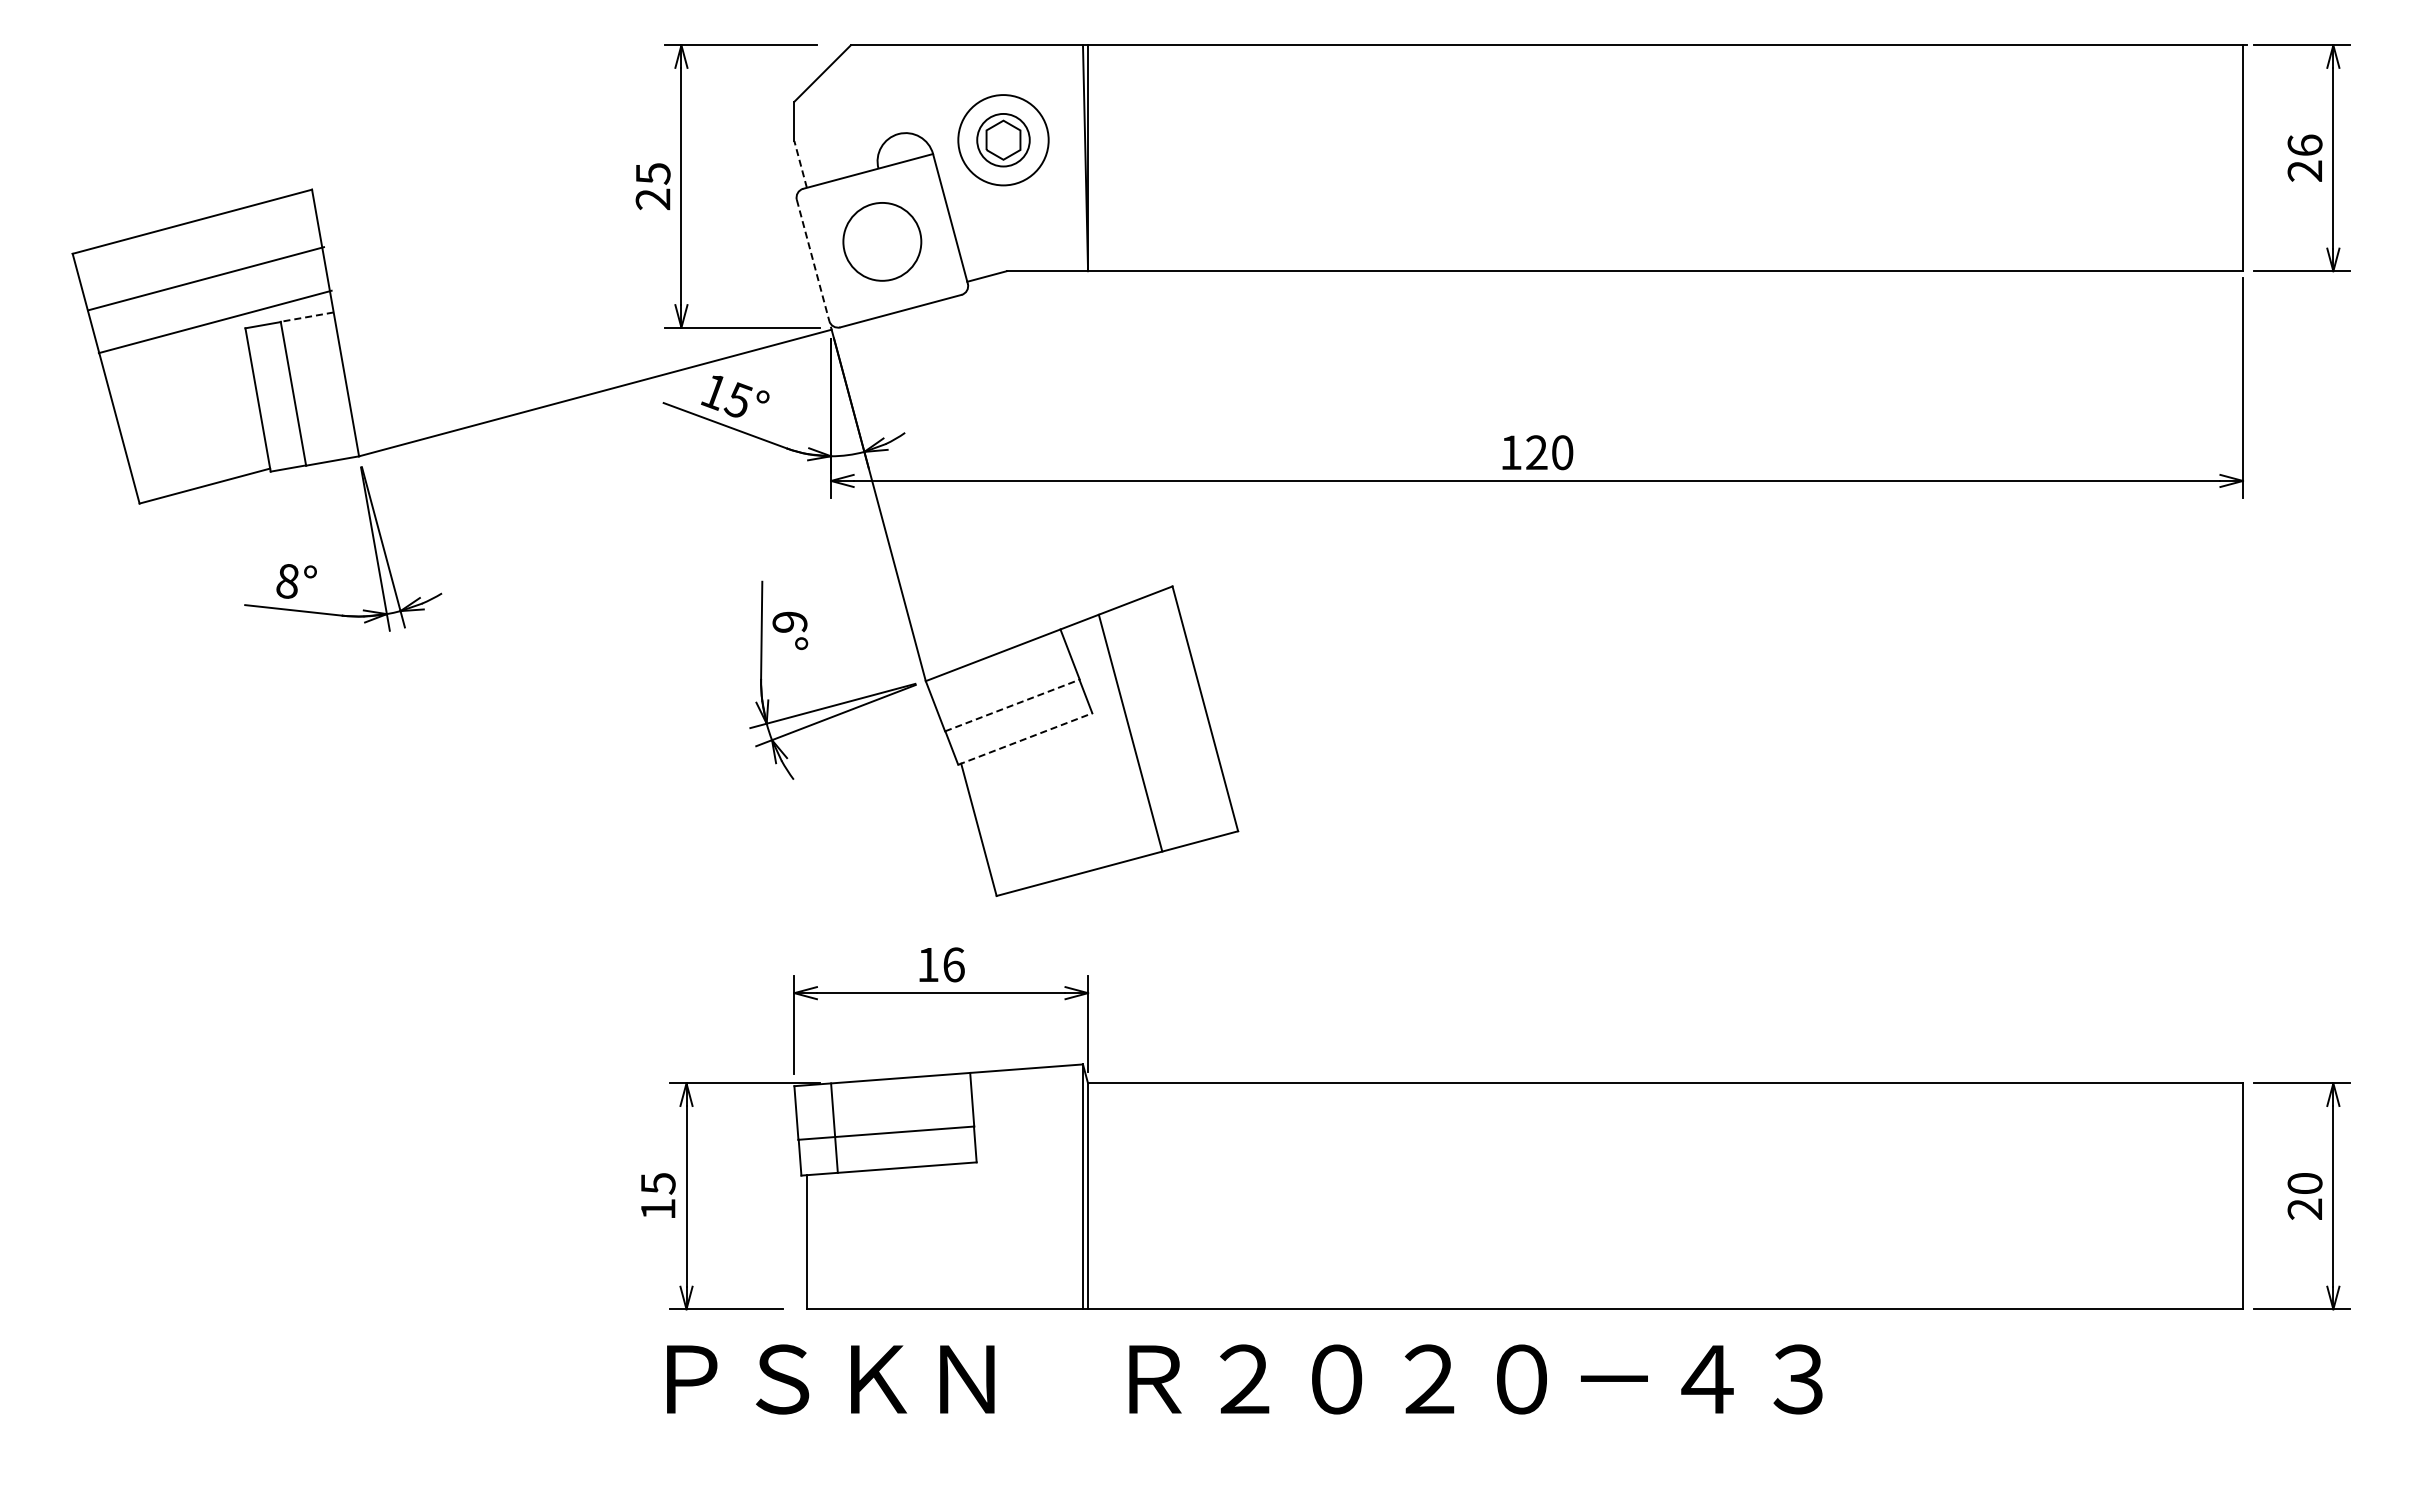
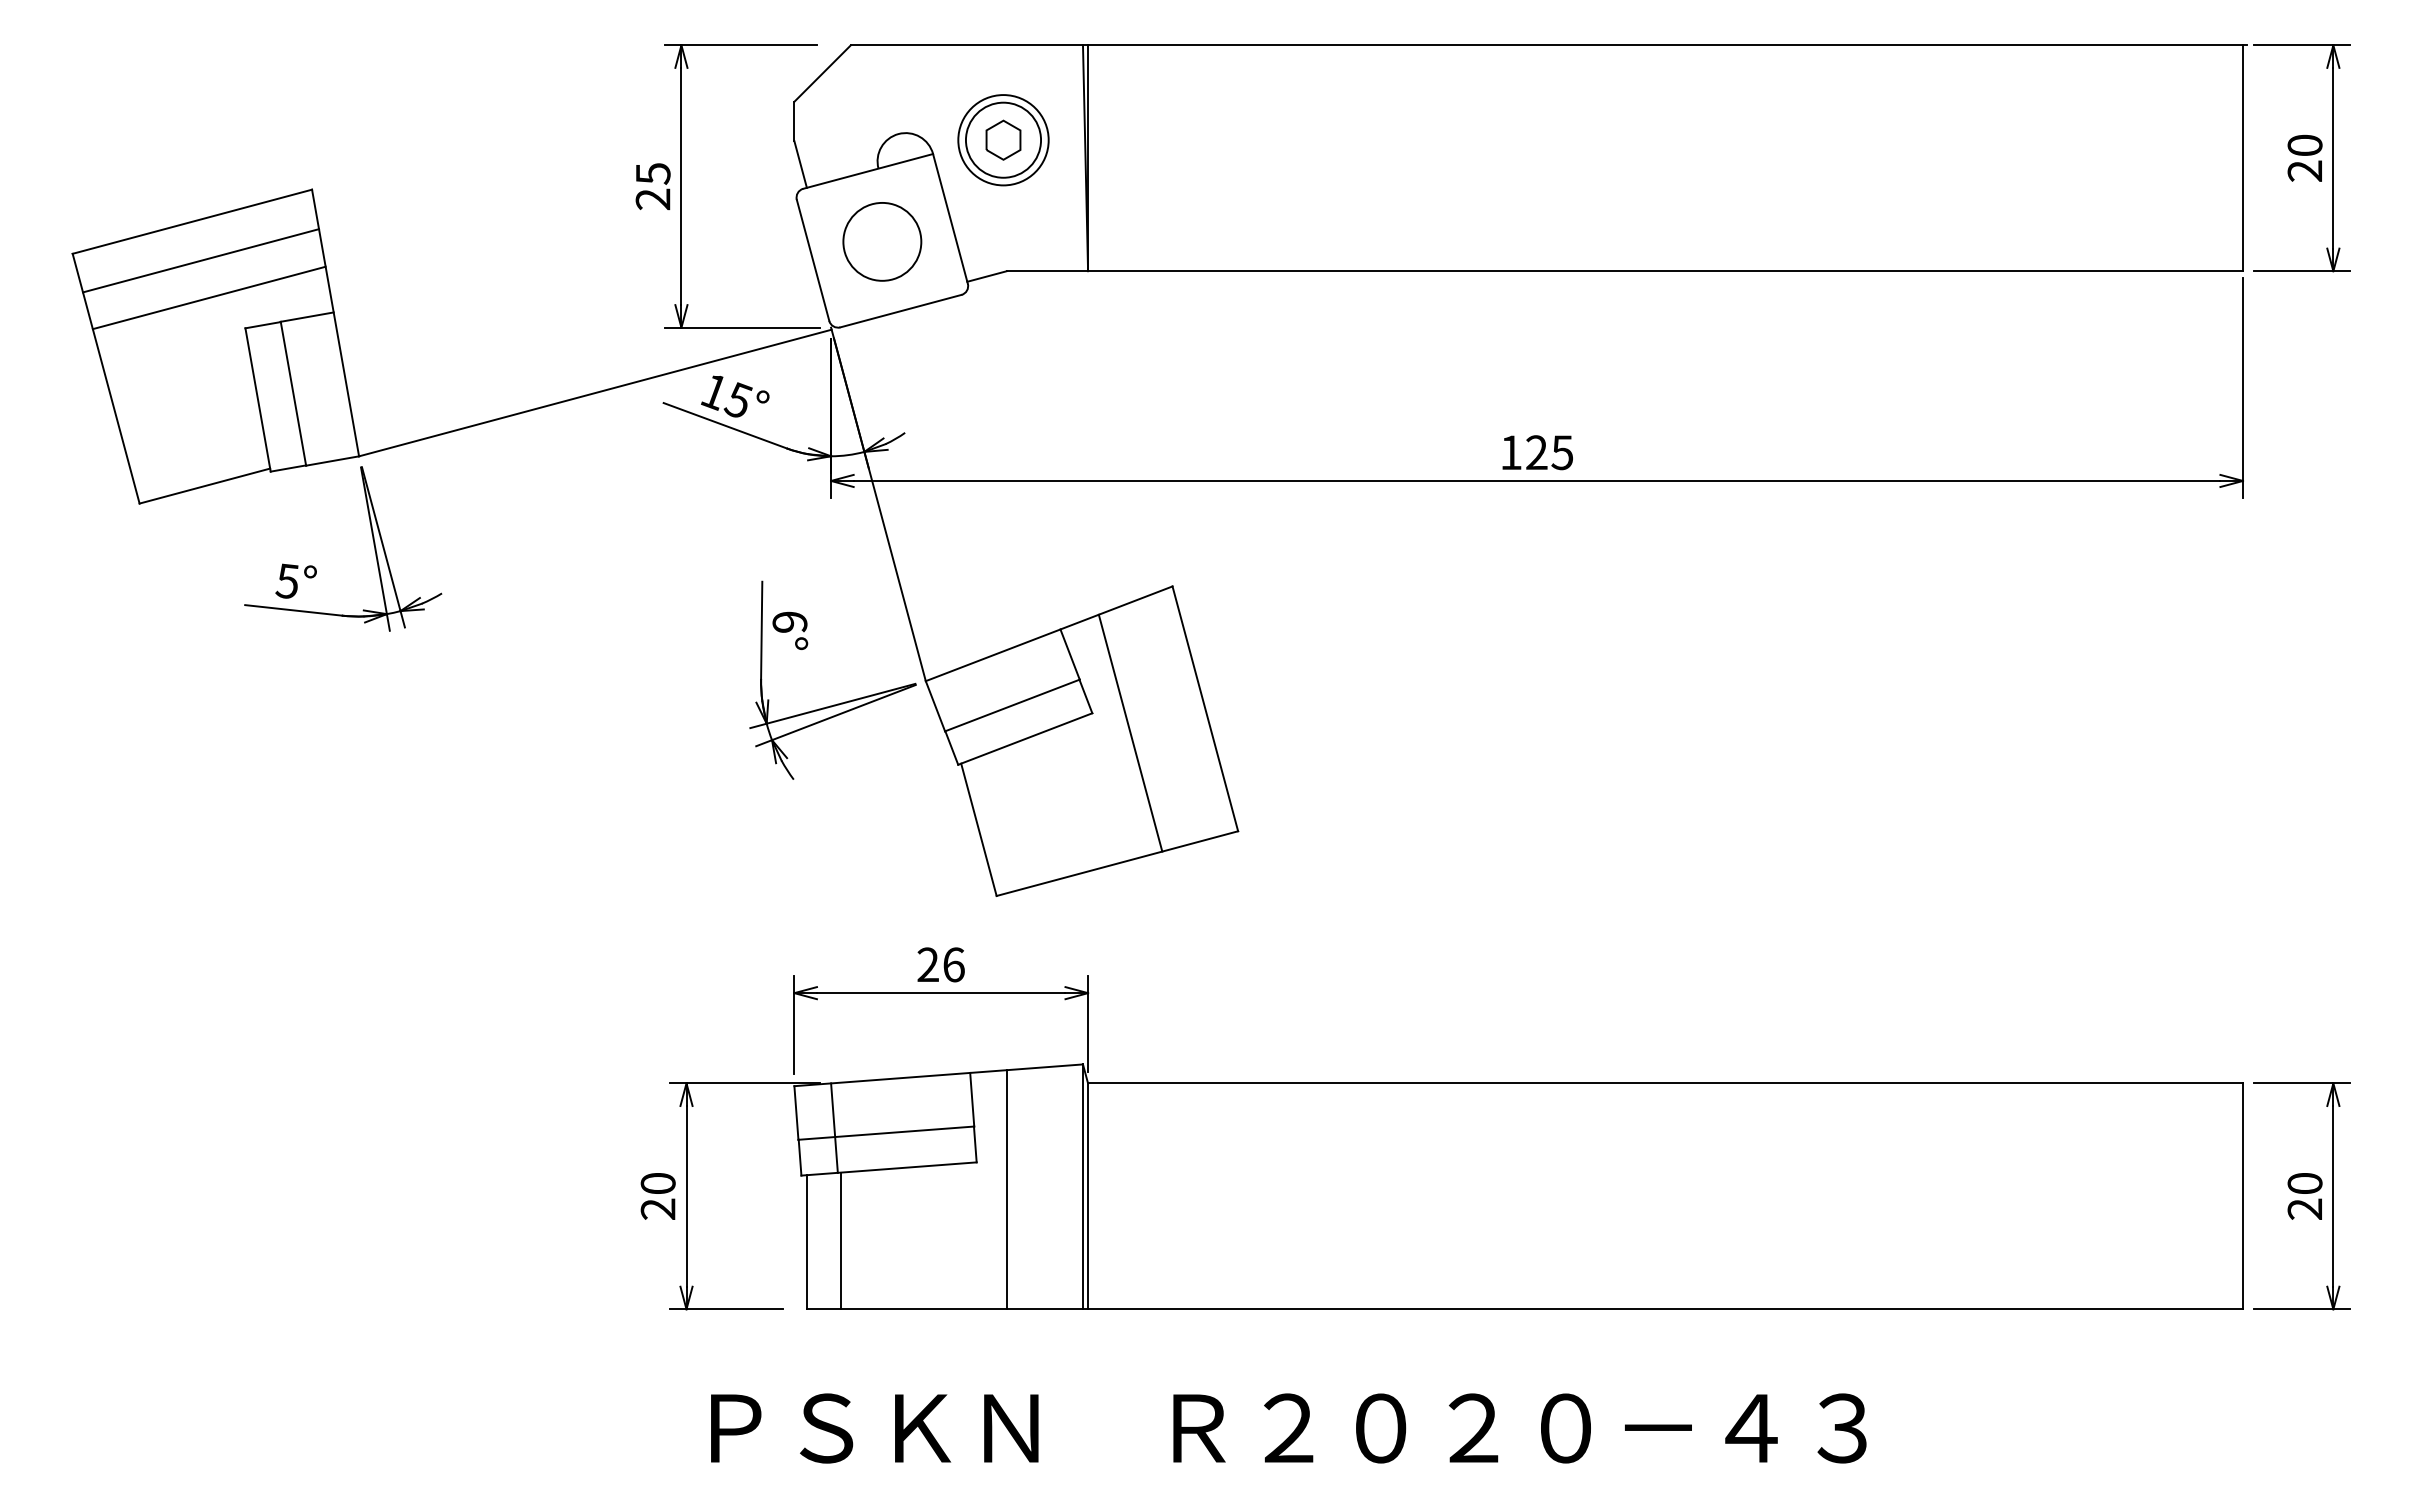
circle at (1003, 139) diameter: 53 px -> 75 px
text at (2304, 144): 26 -> 20
line at (800, 164): dashed -> solid
line at (813, 260): dashed -> solid
line at (206, 278) position: (206, 278) -> (201, 260)
line at (307, 317): dashed -> solid
line at (214, 321) position: (214, 321) -> (208, 297)
text at (1562, 452): 120 -> 125
text at (286, 580): 8° -> 5°
line at (1012, 705): dashed -> solid
line at (1025, 739): dashed -> solid
text at (927, 964): 16 -> 26
line at (1006, 1189): none -> present
text at (657, 1196): 15 -> 20
line at (841, 1240): none -> present
text at (1244, 1379) position: (1244, 1379) -> (1288, 1428)
